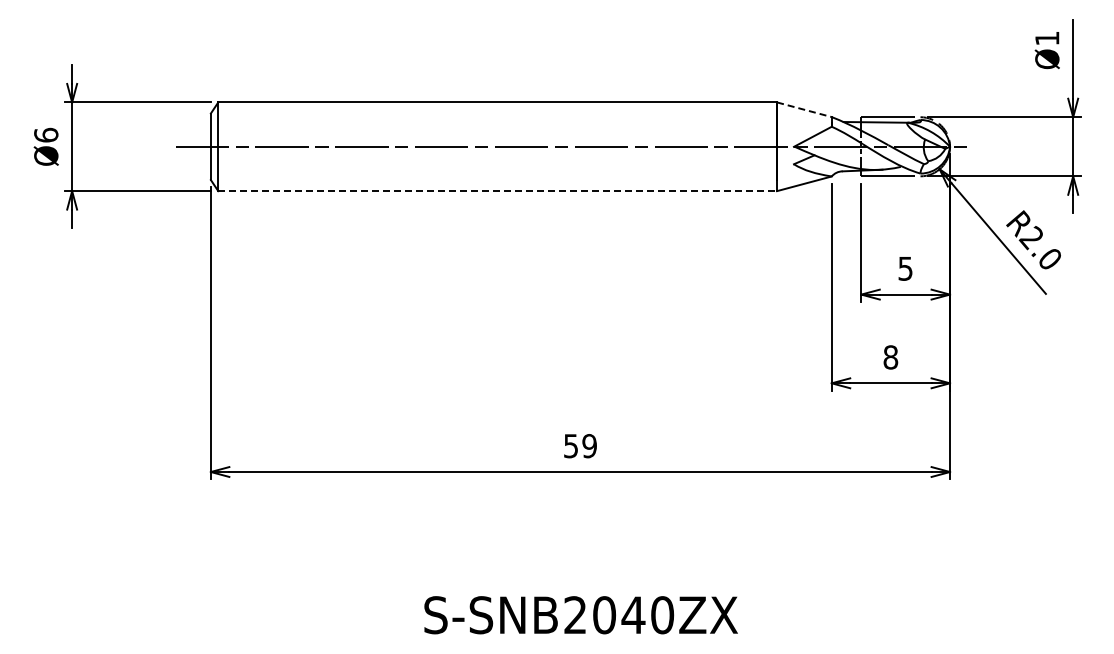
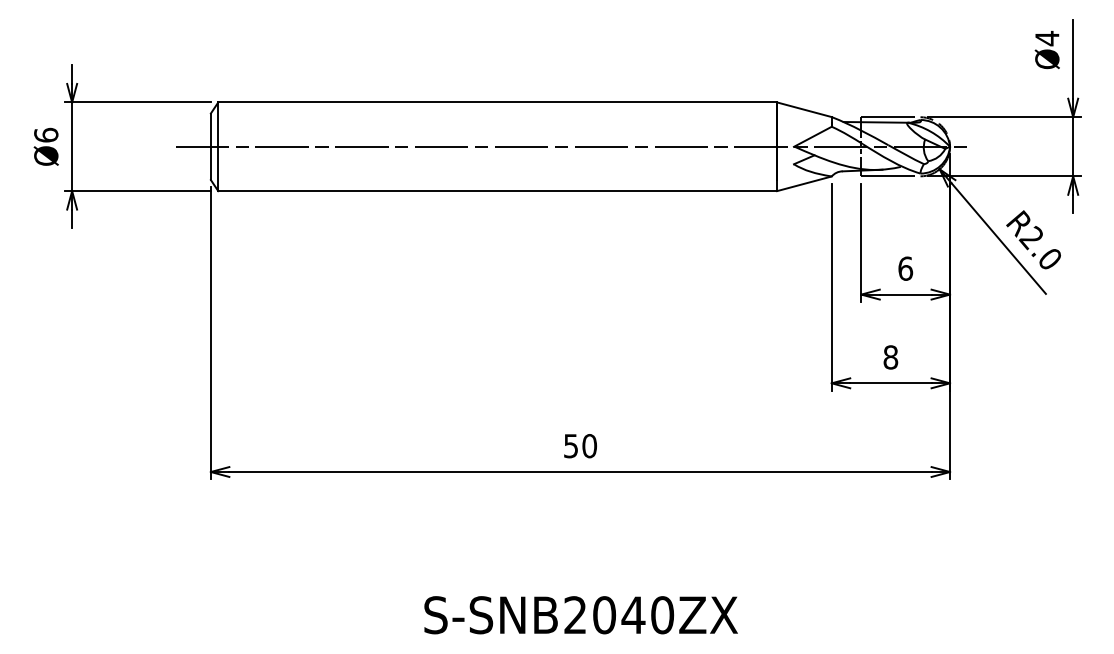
text at (1047, 38): Ø1 -> Ø4
line at (804, 109): dashed -> solid
line at (498, 191): dashed -> solid
text at (905, 268): 5 -> 6
text at (589, 446): 59 -> 50
